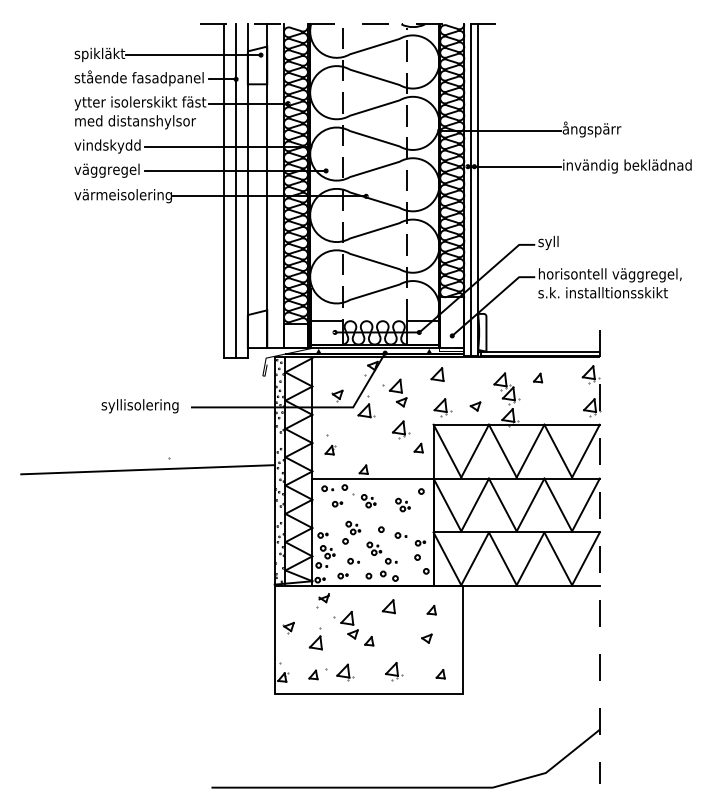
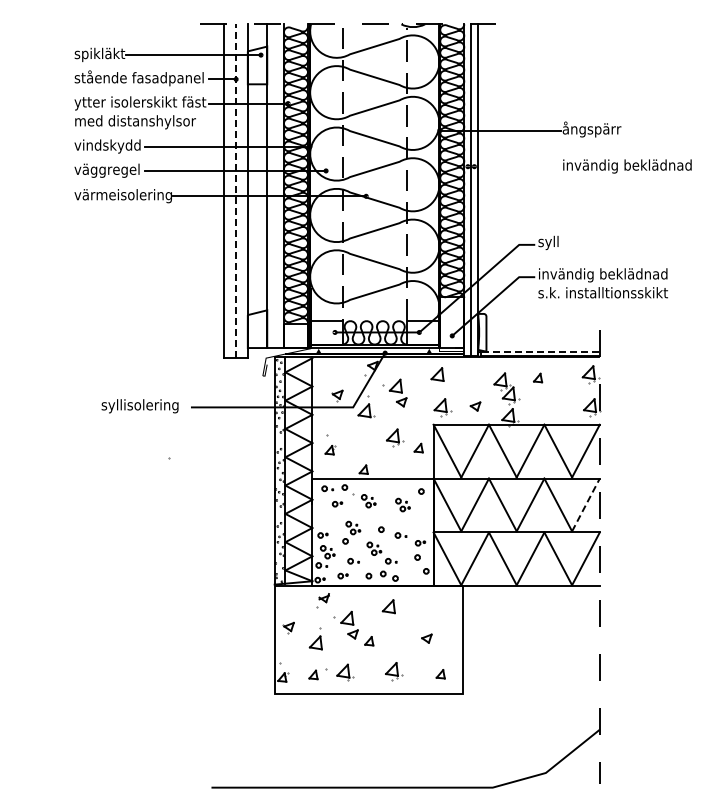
line at (513, 166): present -> none
line at (235, 191): solid -> dashed
text at (609, 275): horisontell väggregel, -> invändig beklädnad
line at (540, 351): solid -> dashed
part at (401, 429) position: (401, 429) -> (395, 437)
line at (147, 469): present -> none
line at (585, 504): solid -> dashed
part at (431, 609): present -> none
